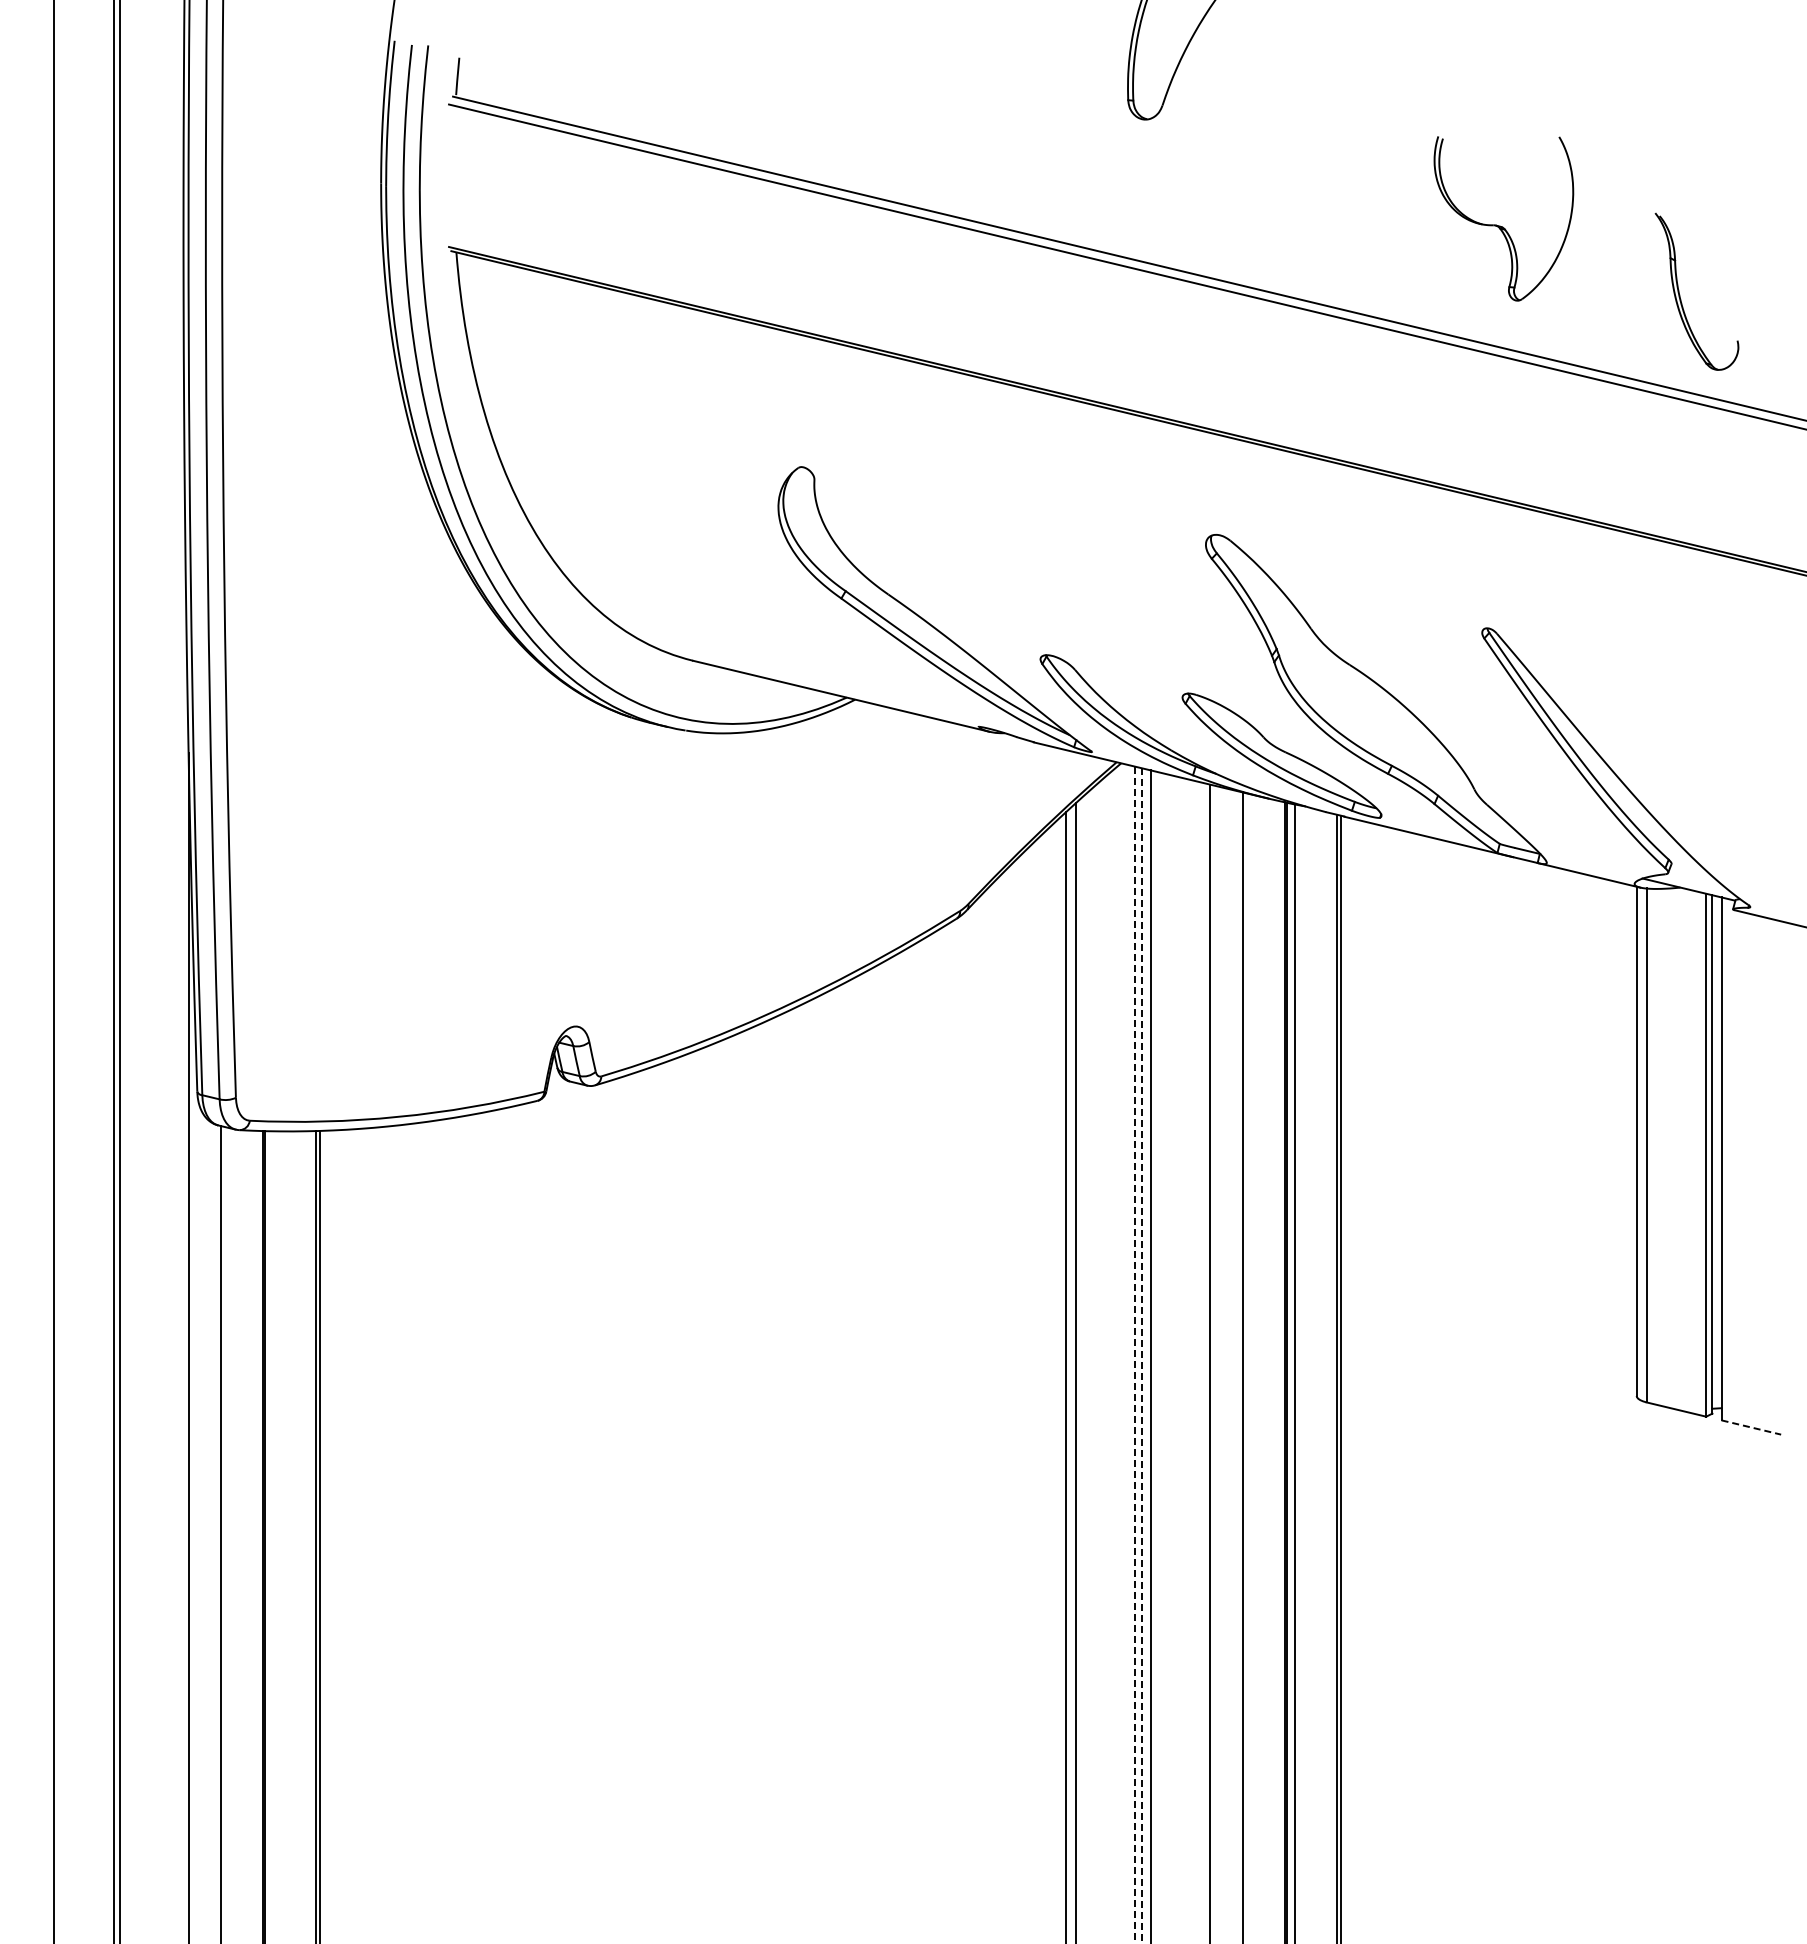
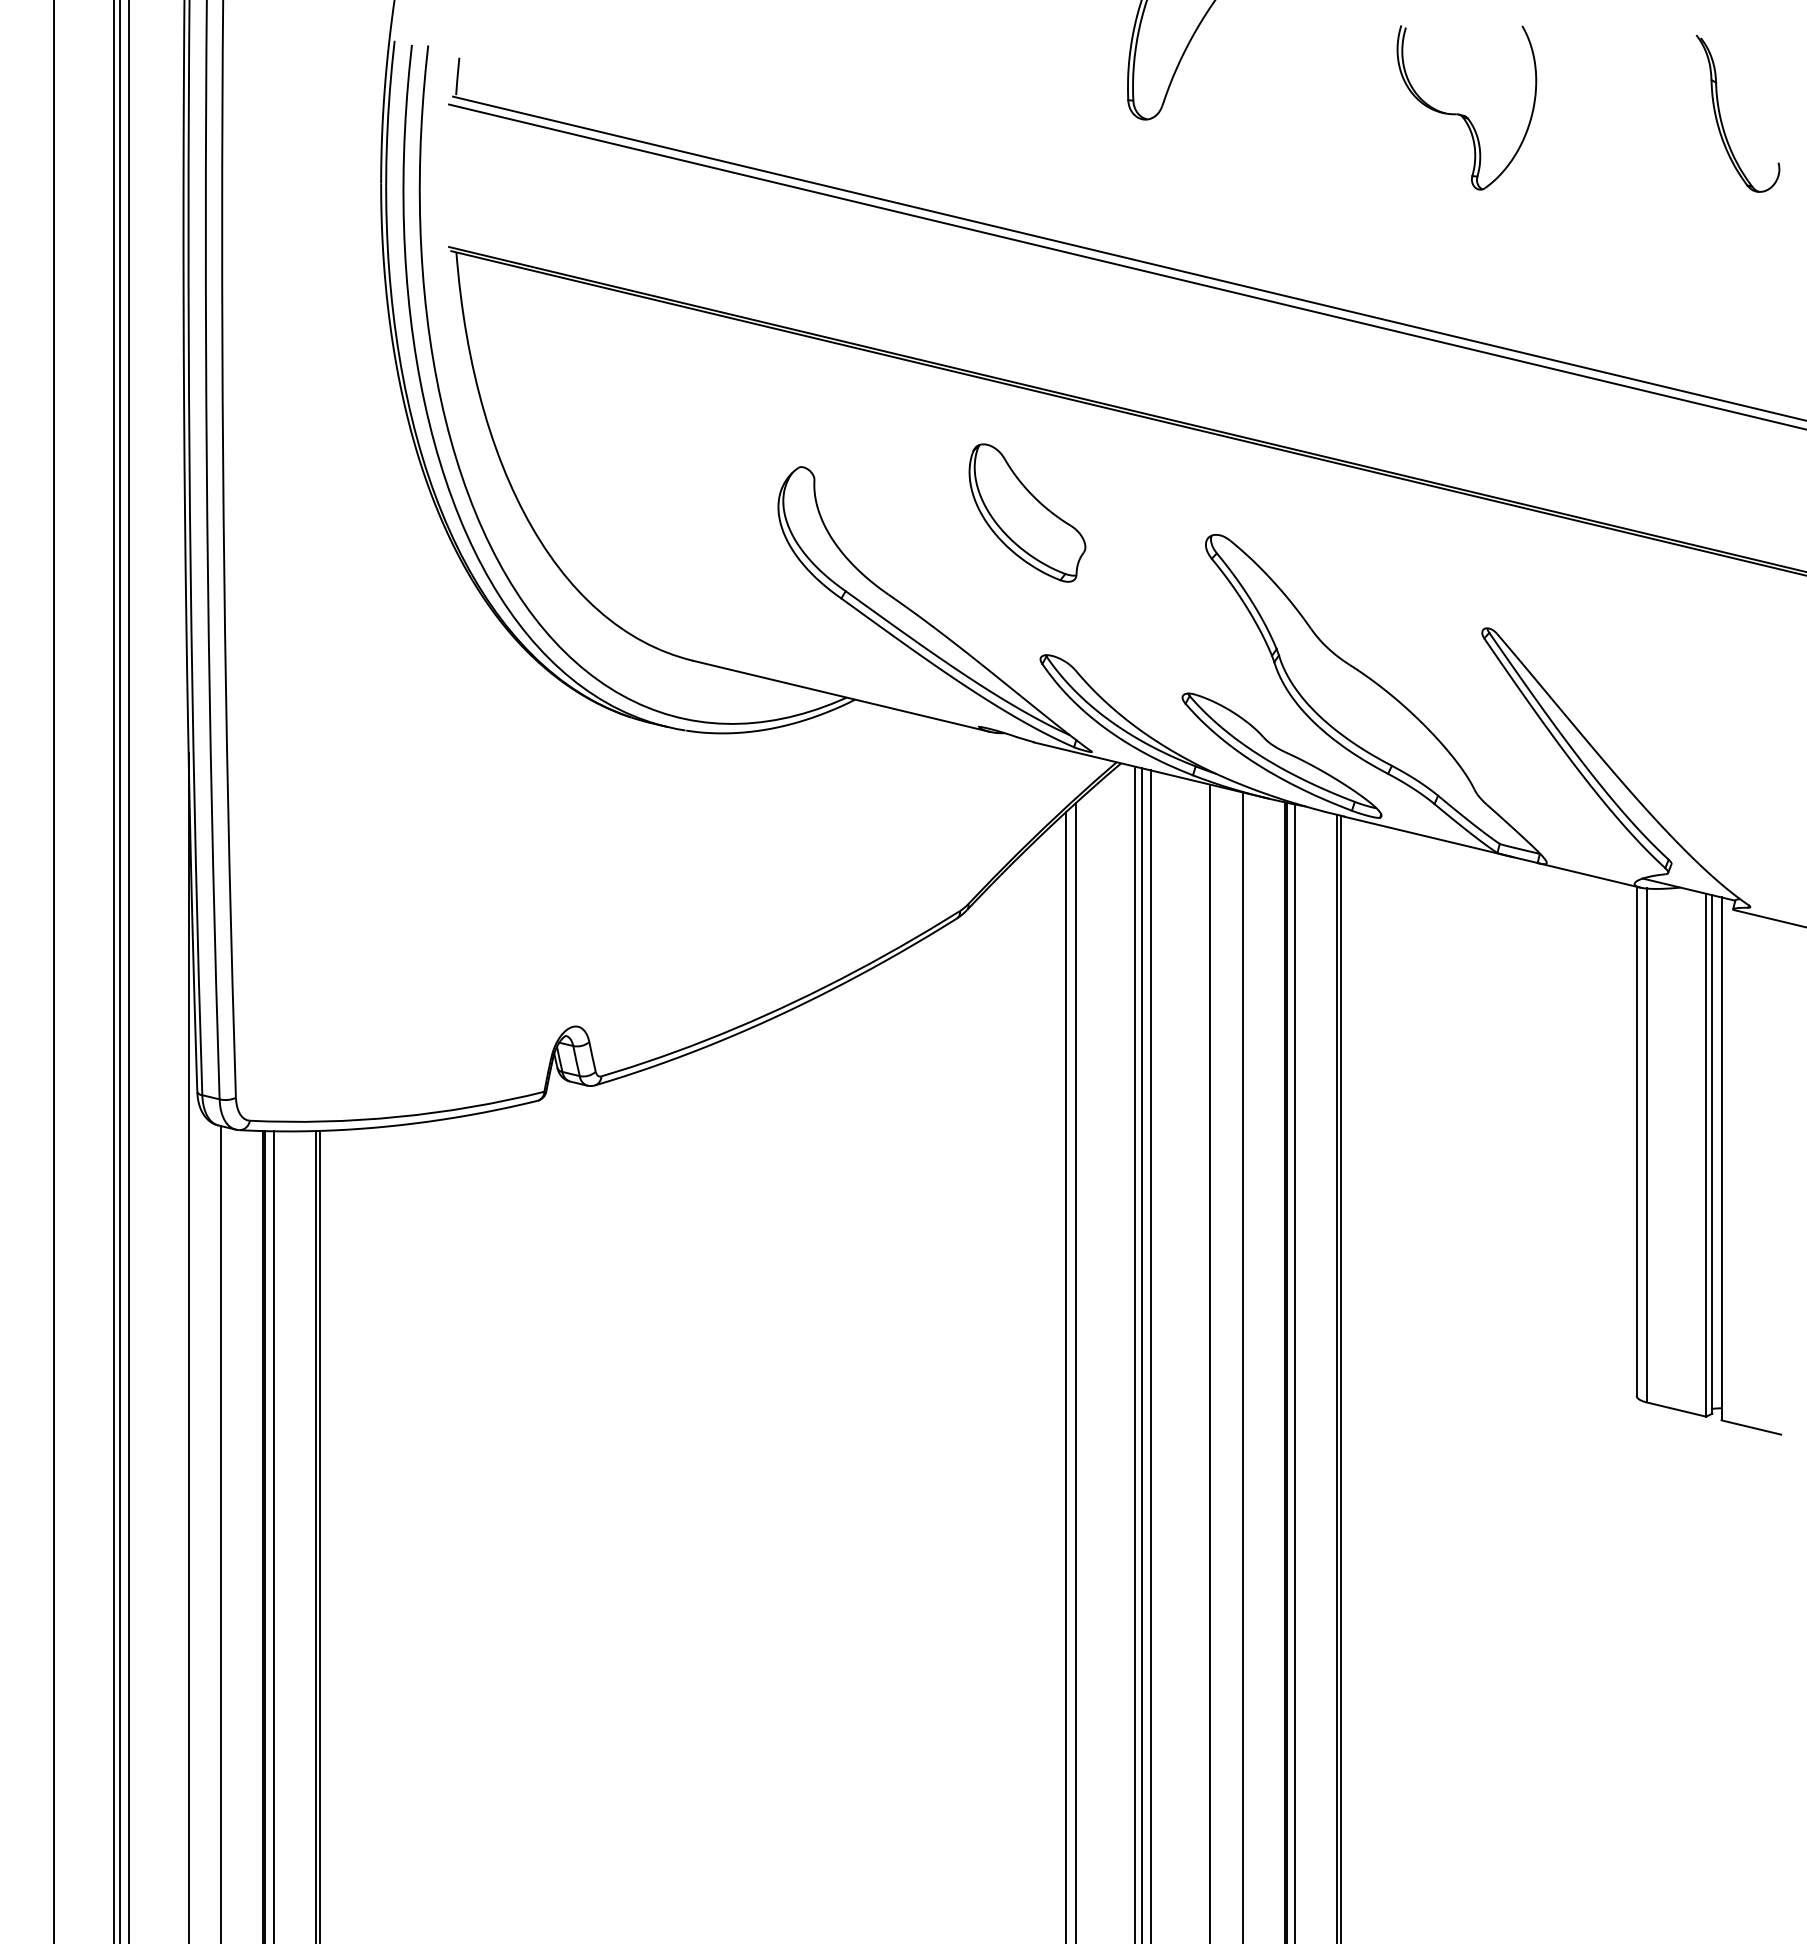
part at (1500, 225) position: (1500, 225) -> (1463, 114)
part at (1680, 294) position: (1680, 294) -> (1721, 116)
part at (1027, 512): none -> present
line at (129, 971): none -> present
line at (1135, 1355): dashed -> solid
line at (1141, 1356): dashed -> solid
line at (1751, 1427): dashed -> solid
line at (273, 1535): none -> present
